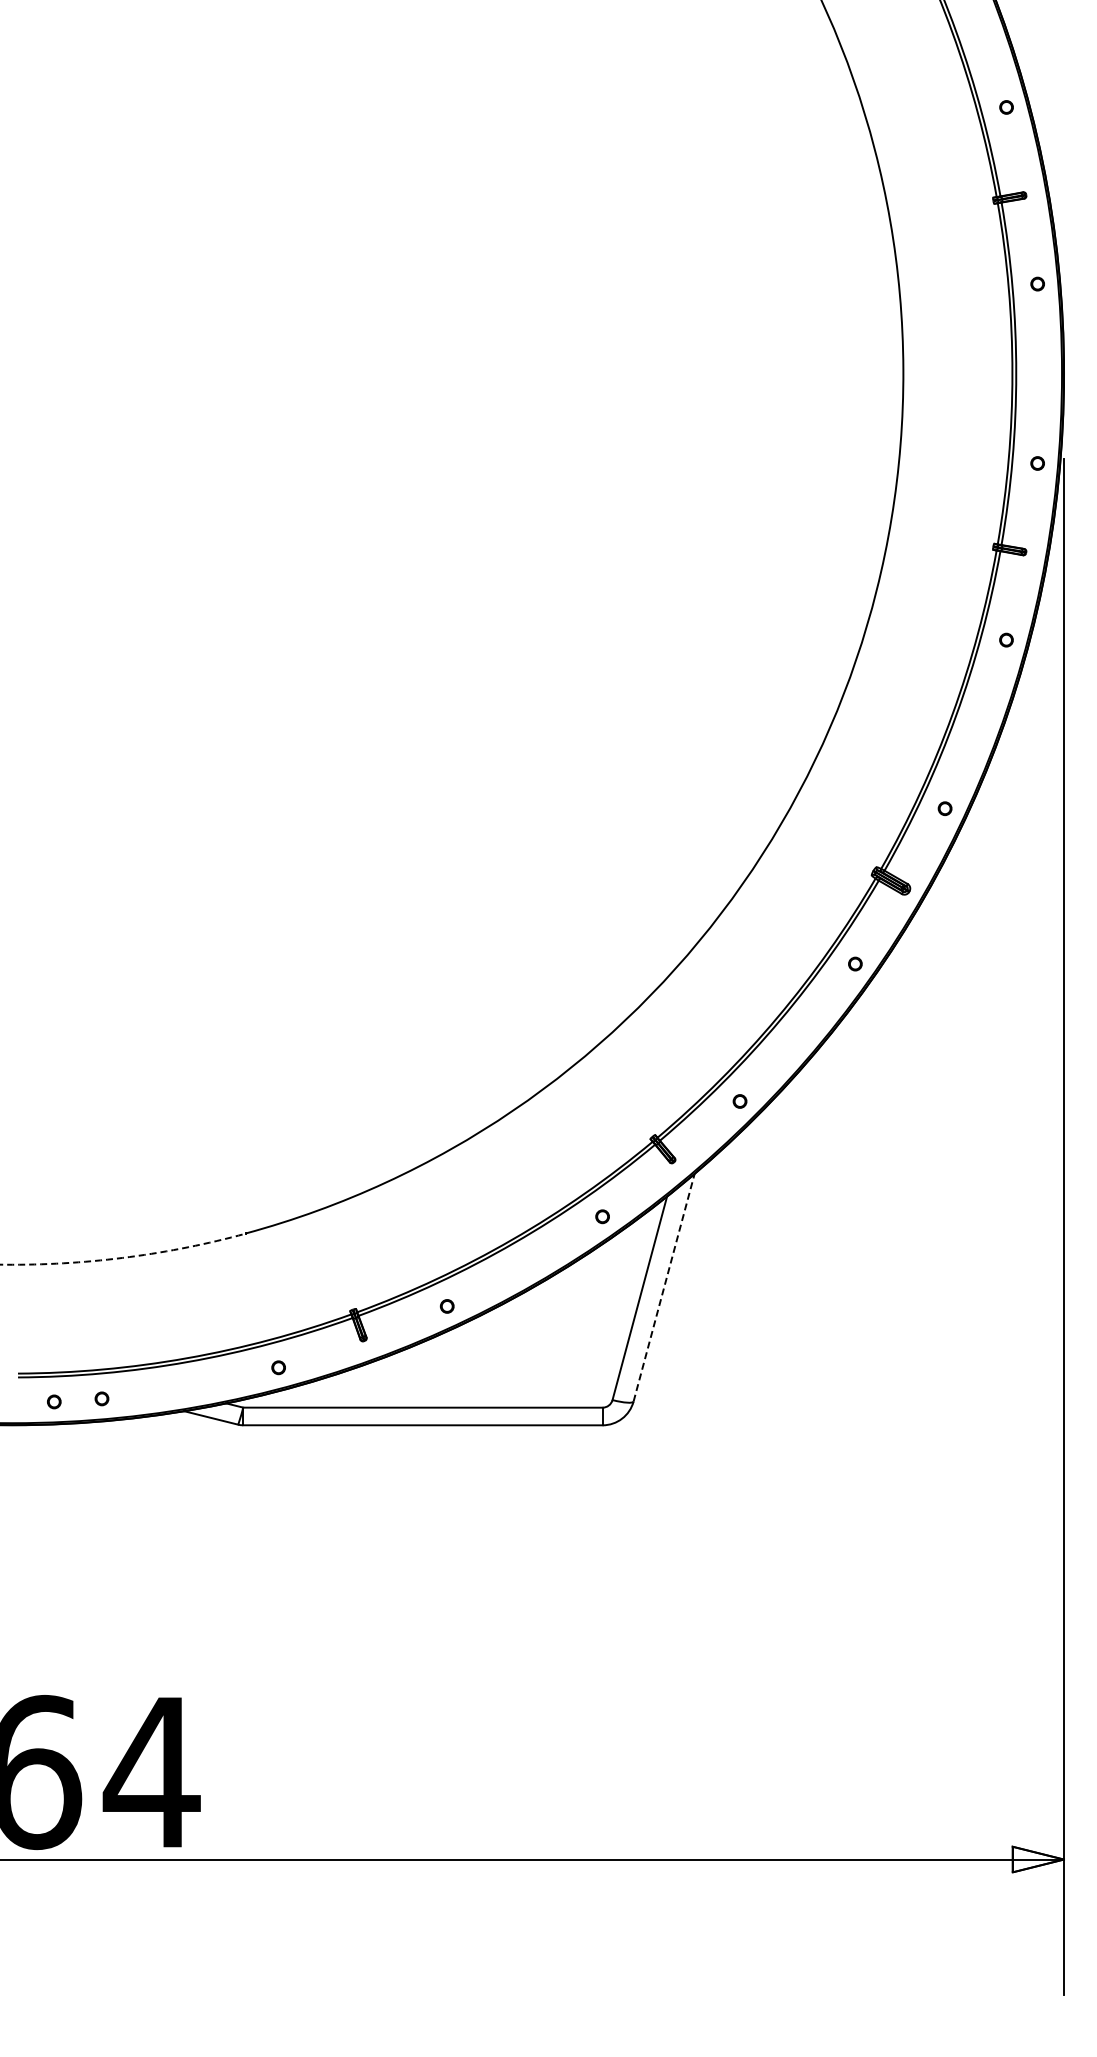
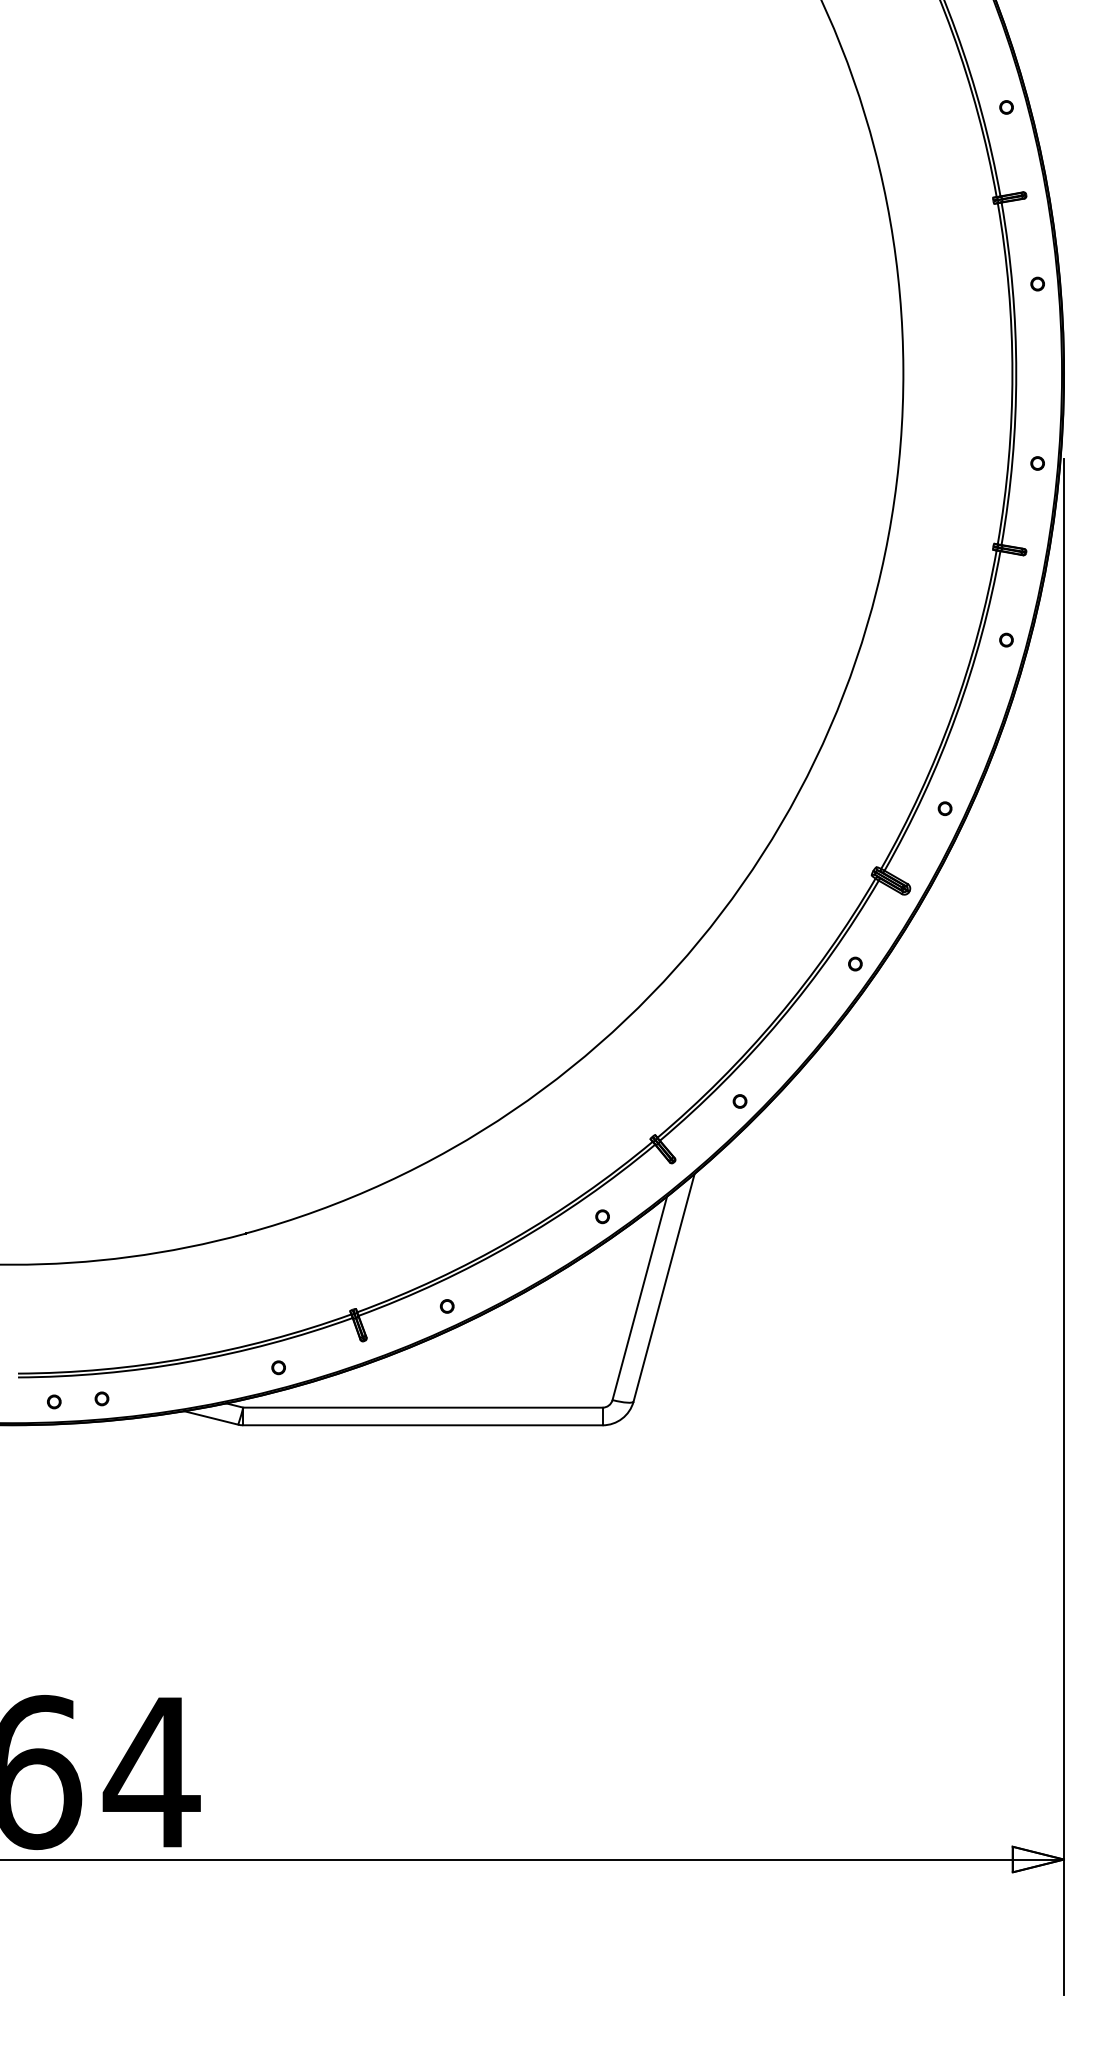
arc at (123, 1257): dashed -> solid
line at (664, 1287): dashed -> solid
